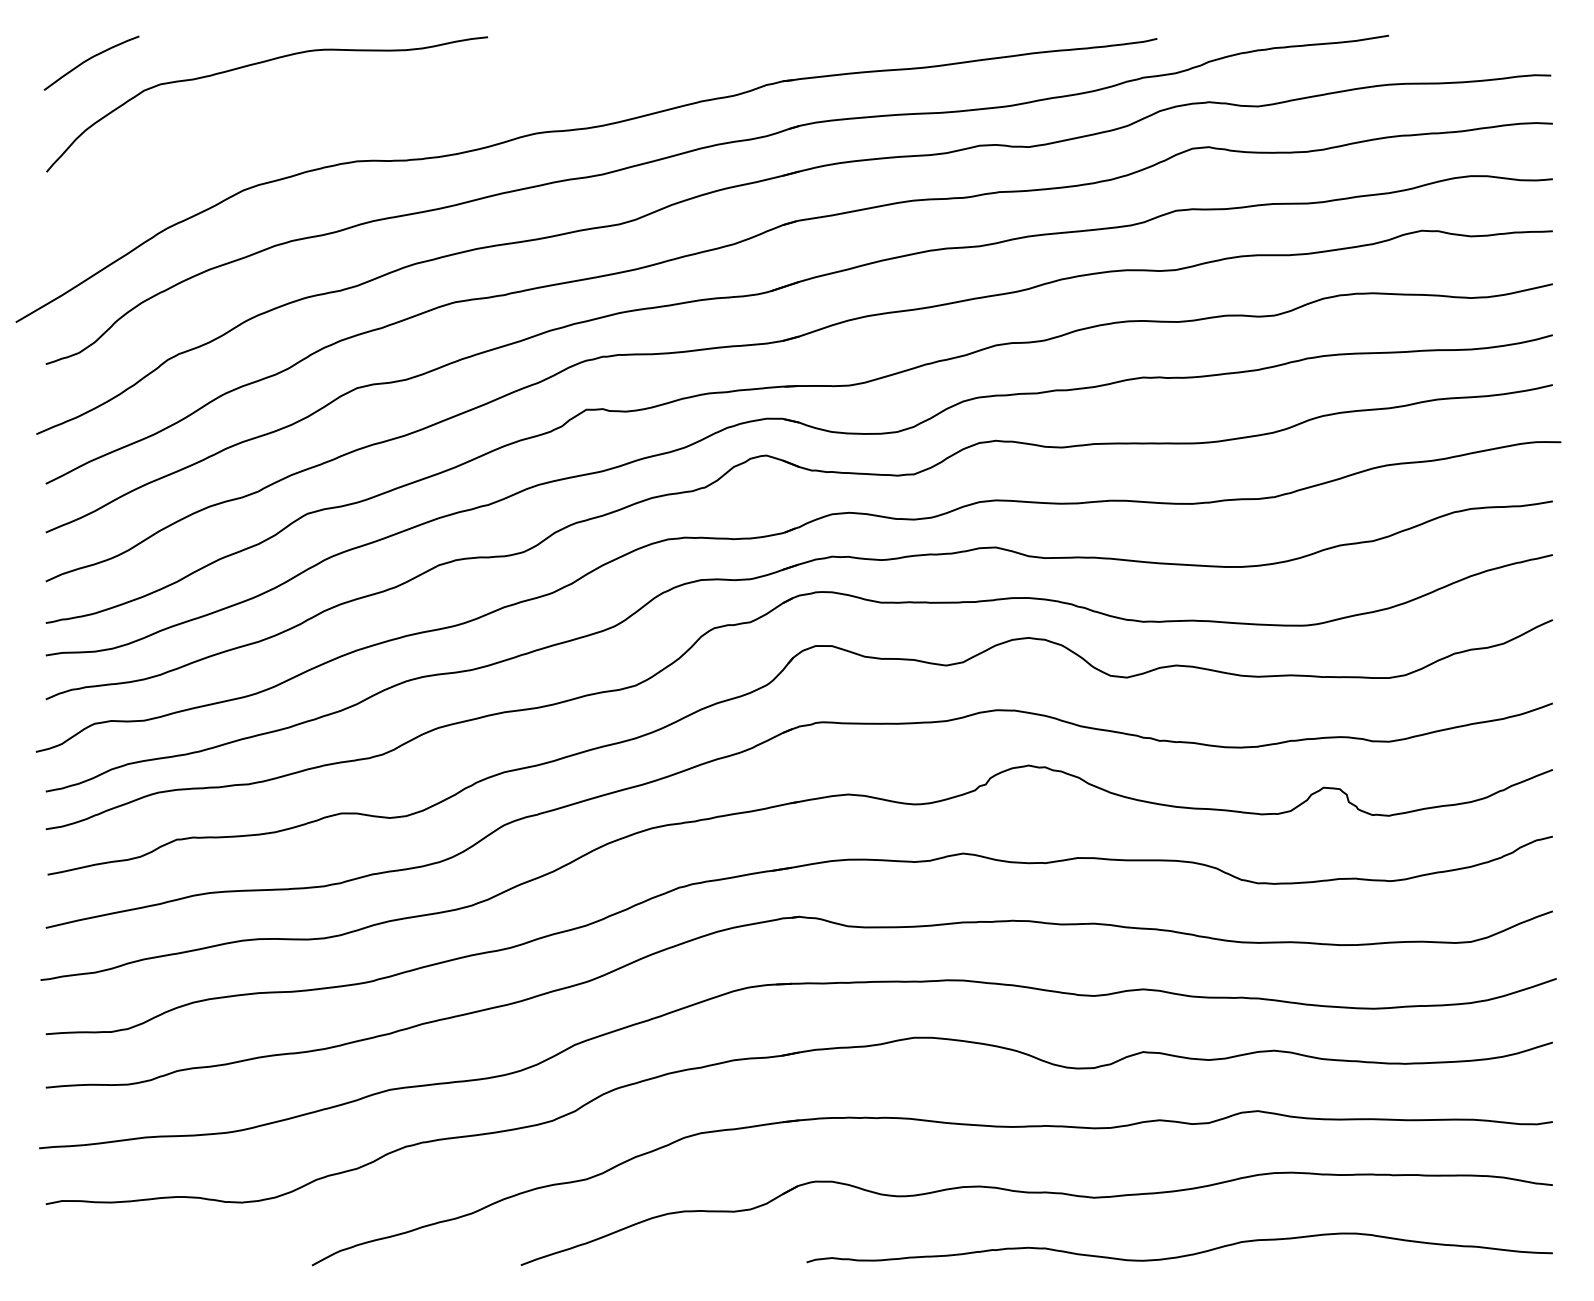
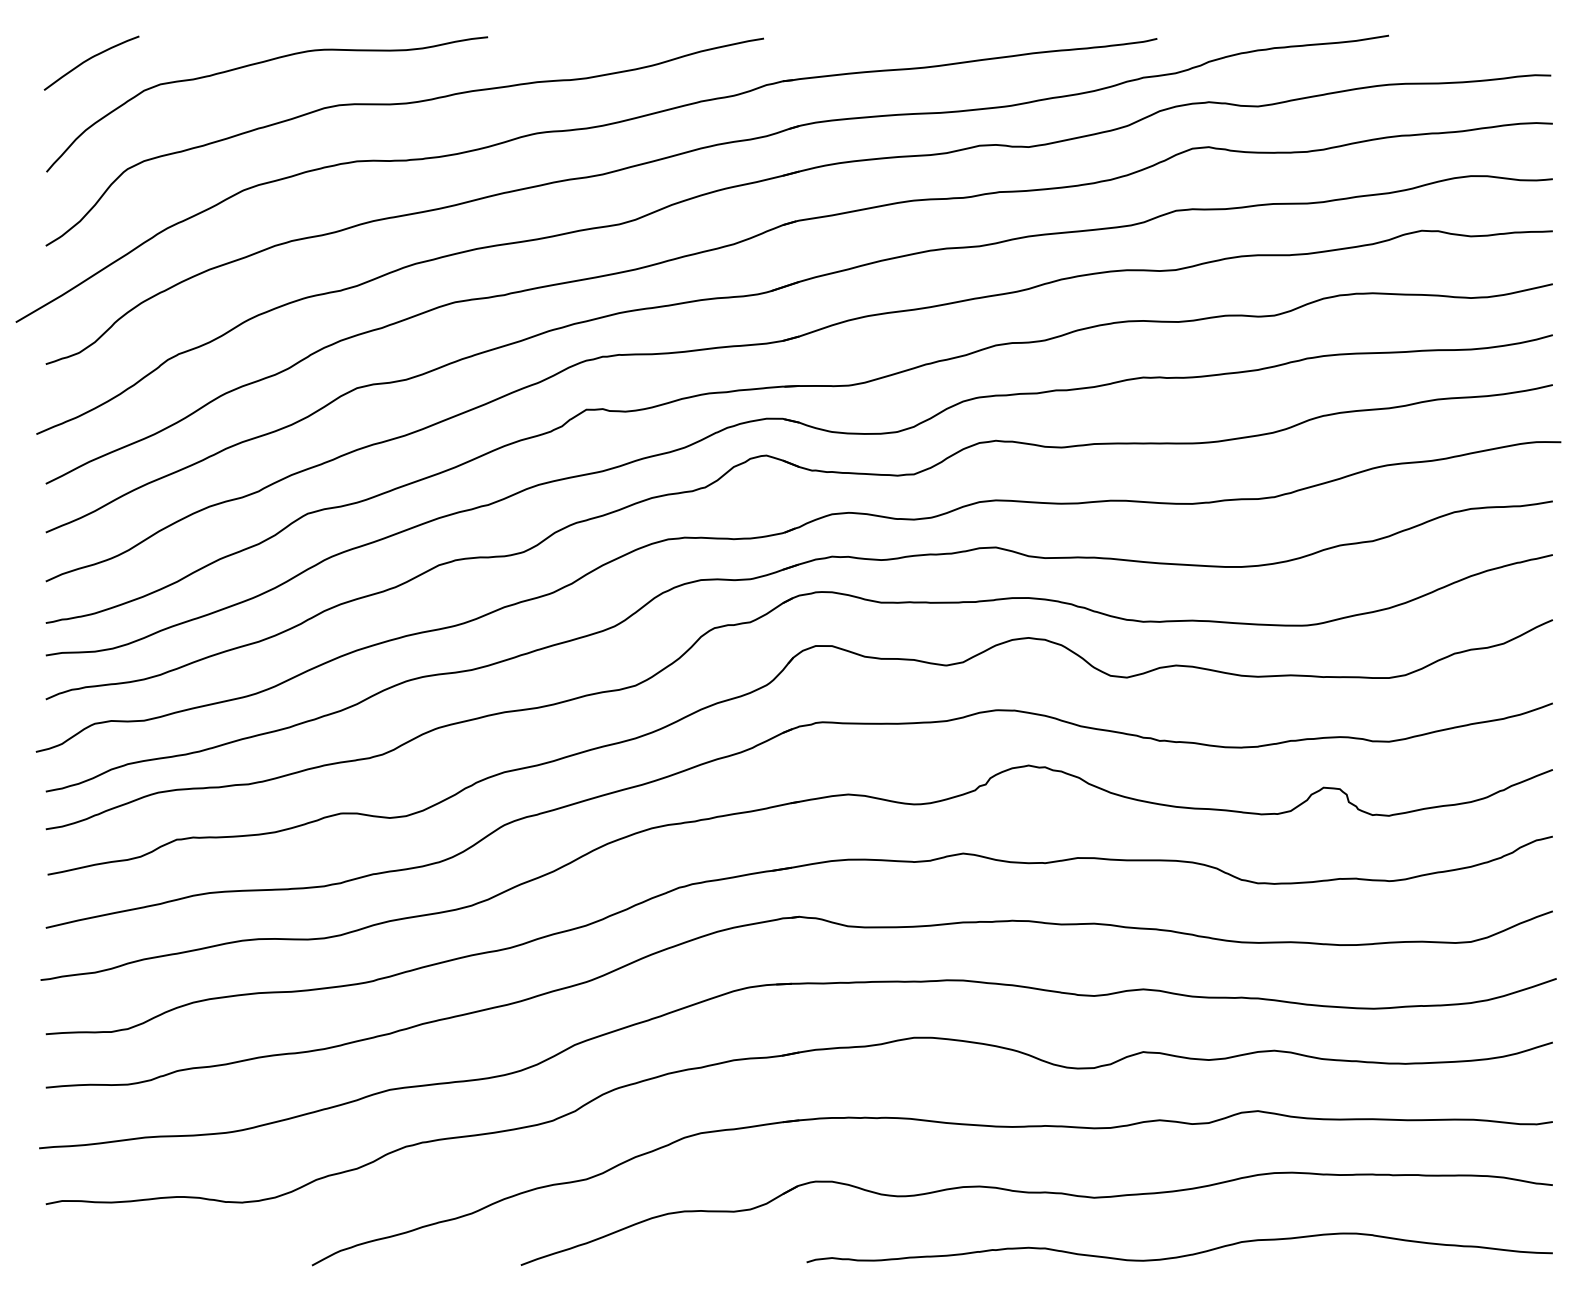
curve at (404, 104): none -> present
